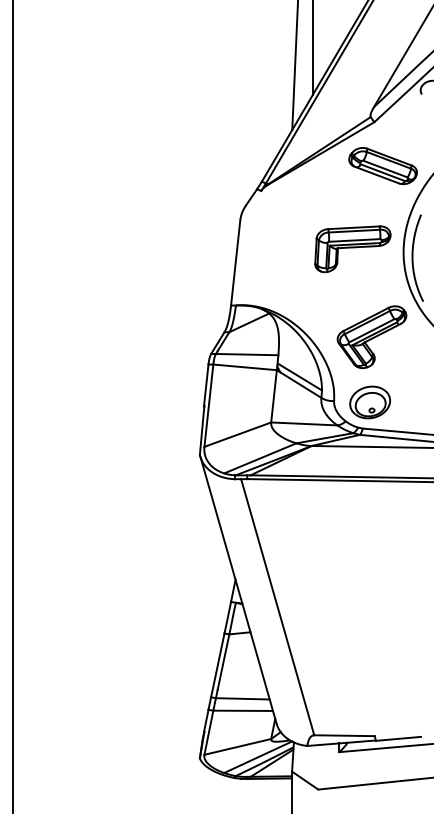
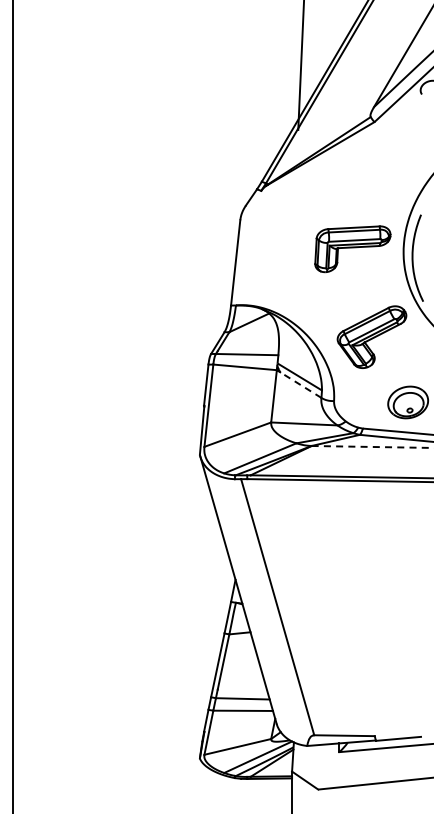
line at (313, 48): present -> none
line at (294, 65) position: (294, 65) -> (300, 65)
part at (382, 166): present -> none
line at (300, 384): solid -> dashed
part at (369, 402) position: (369, 402) -> (407, 402)
line at (372, 446): solid -> dashed
